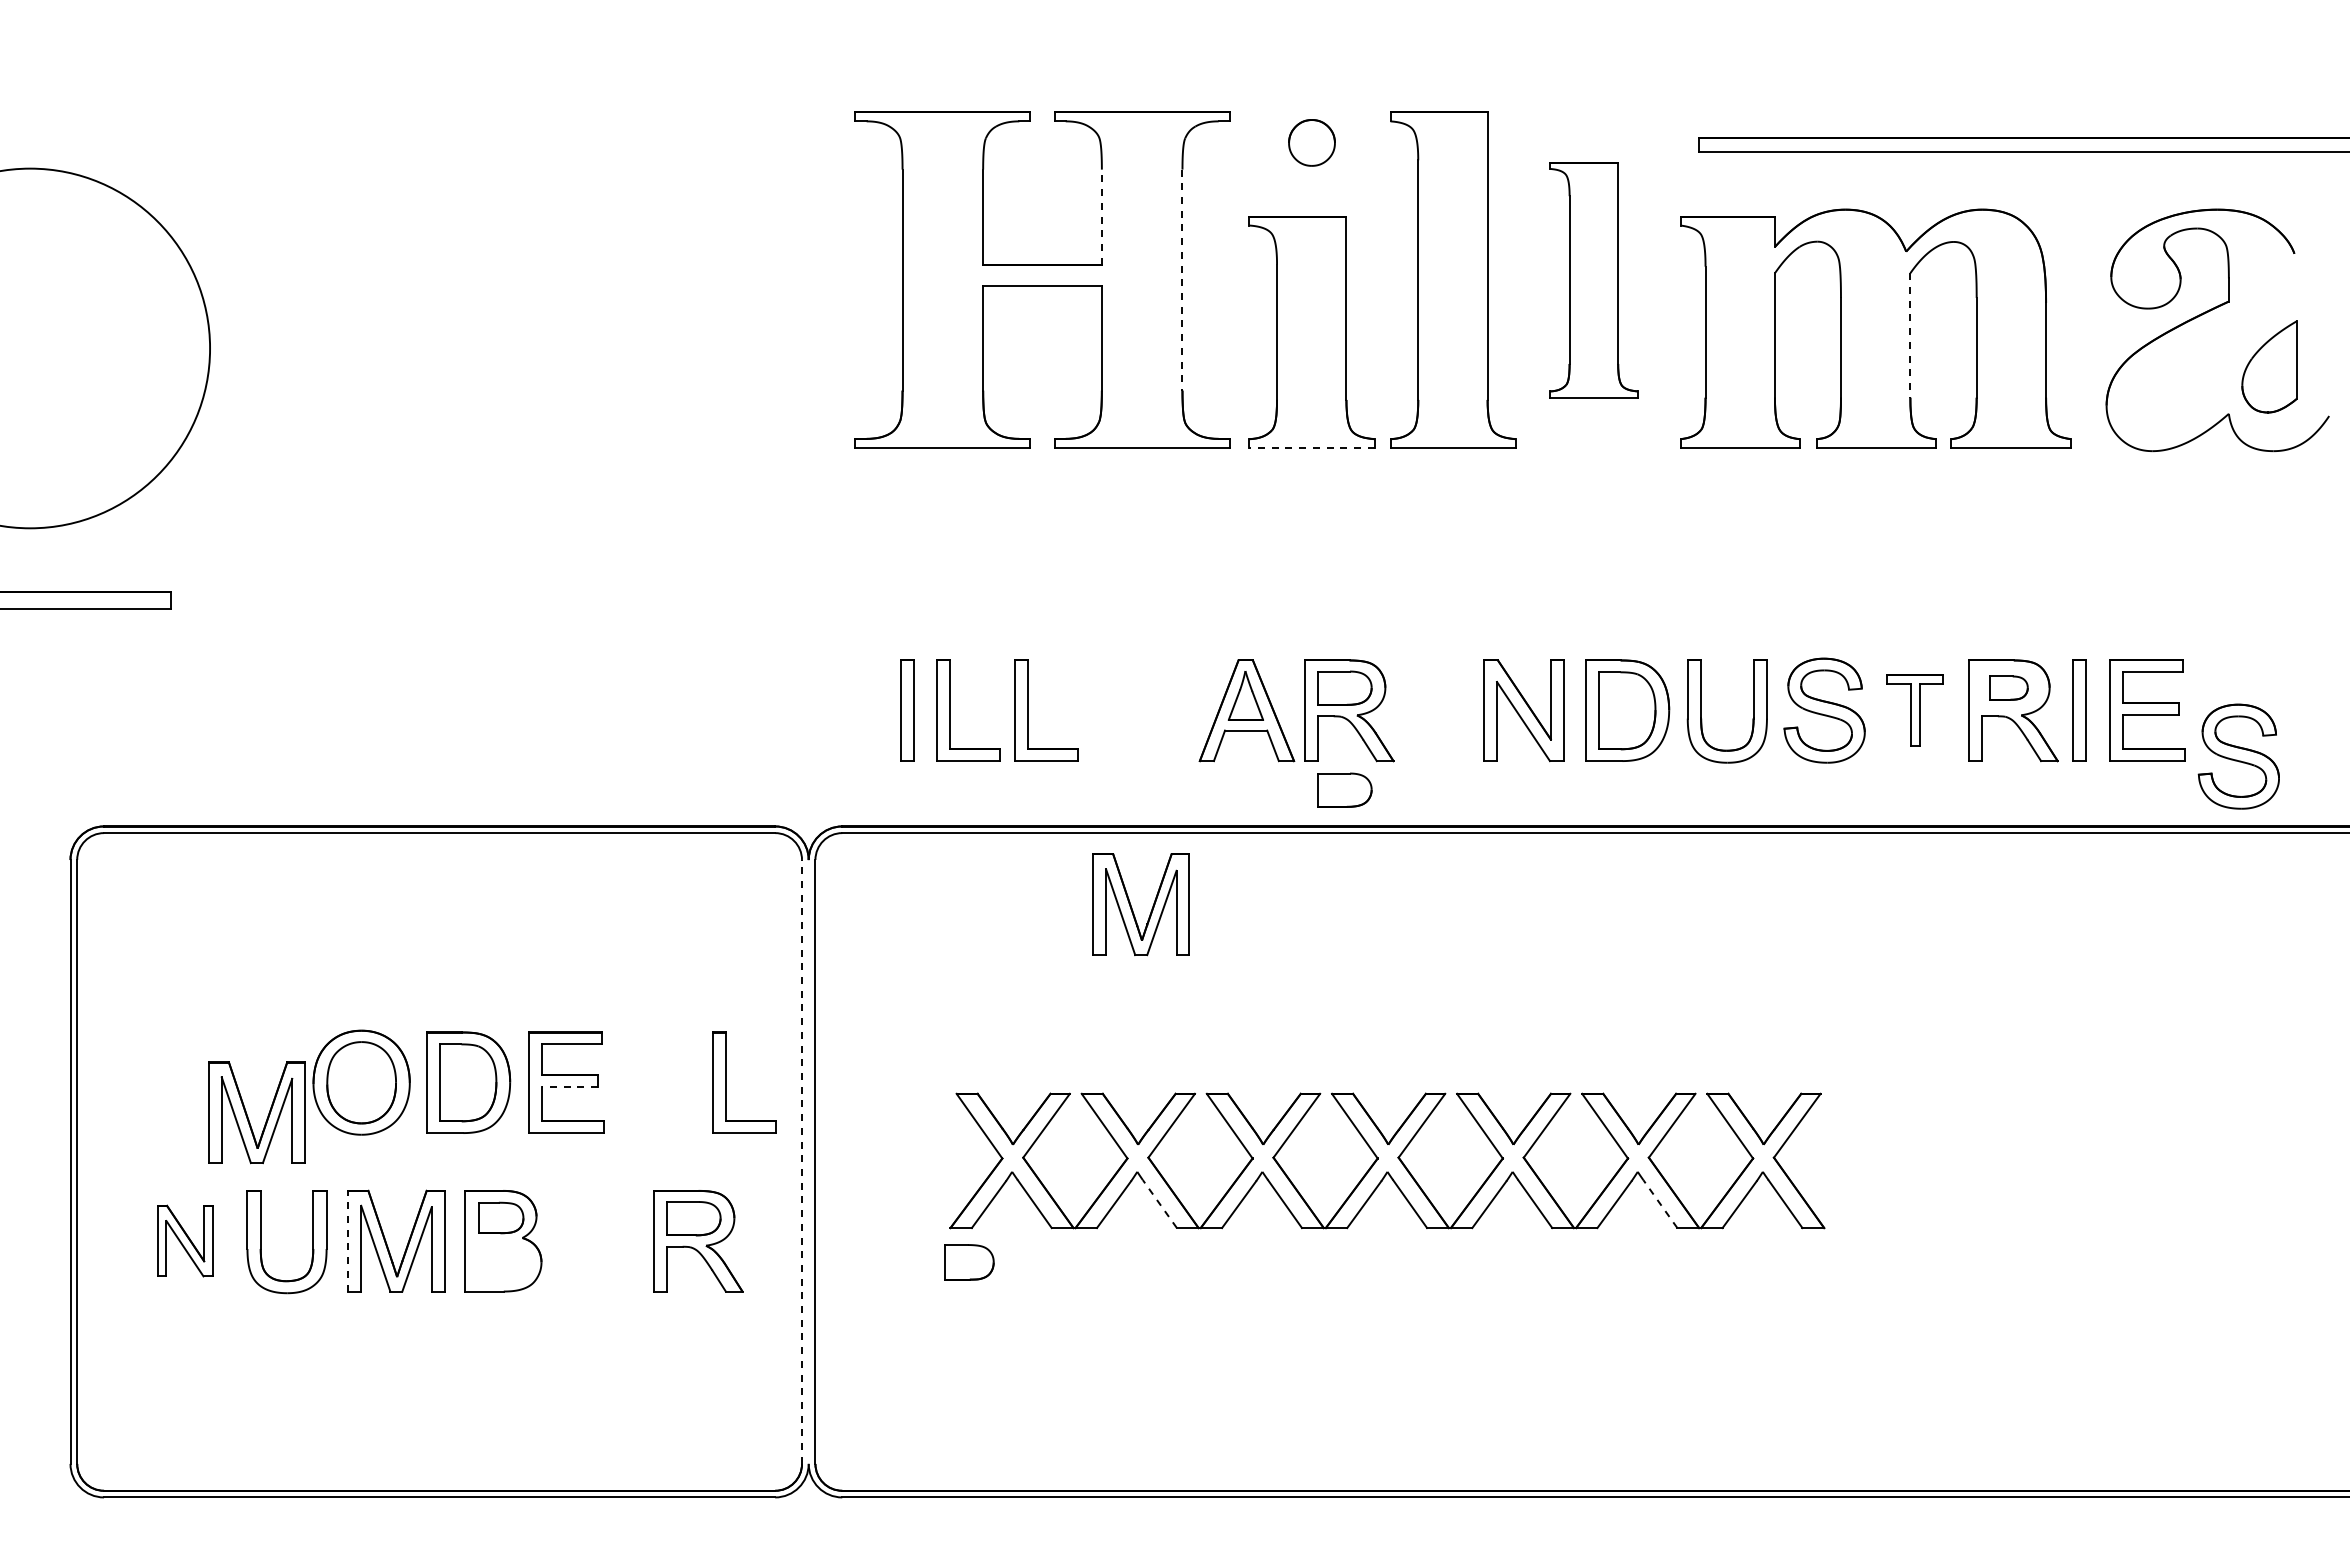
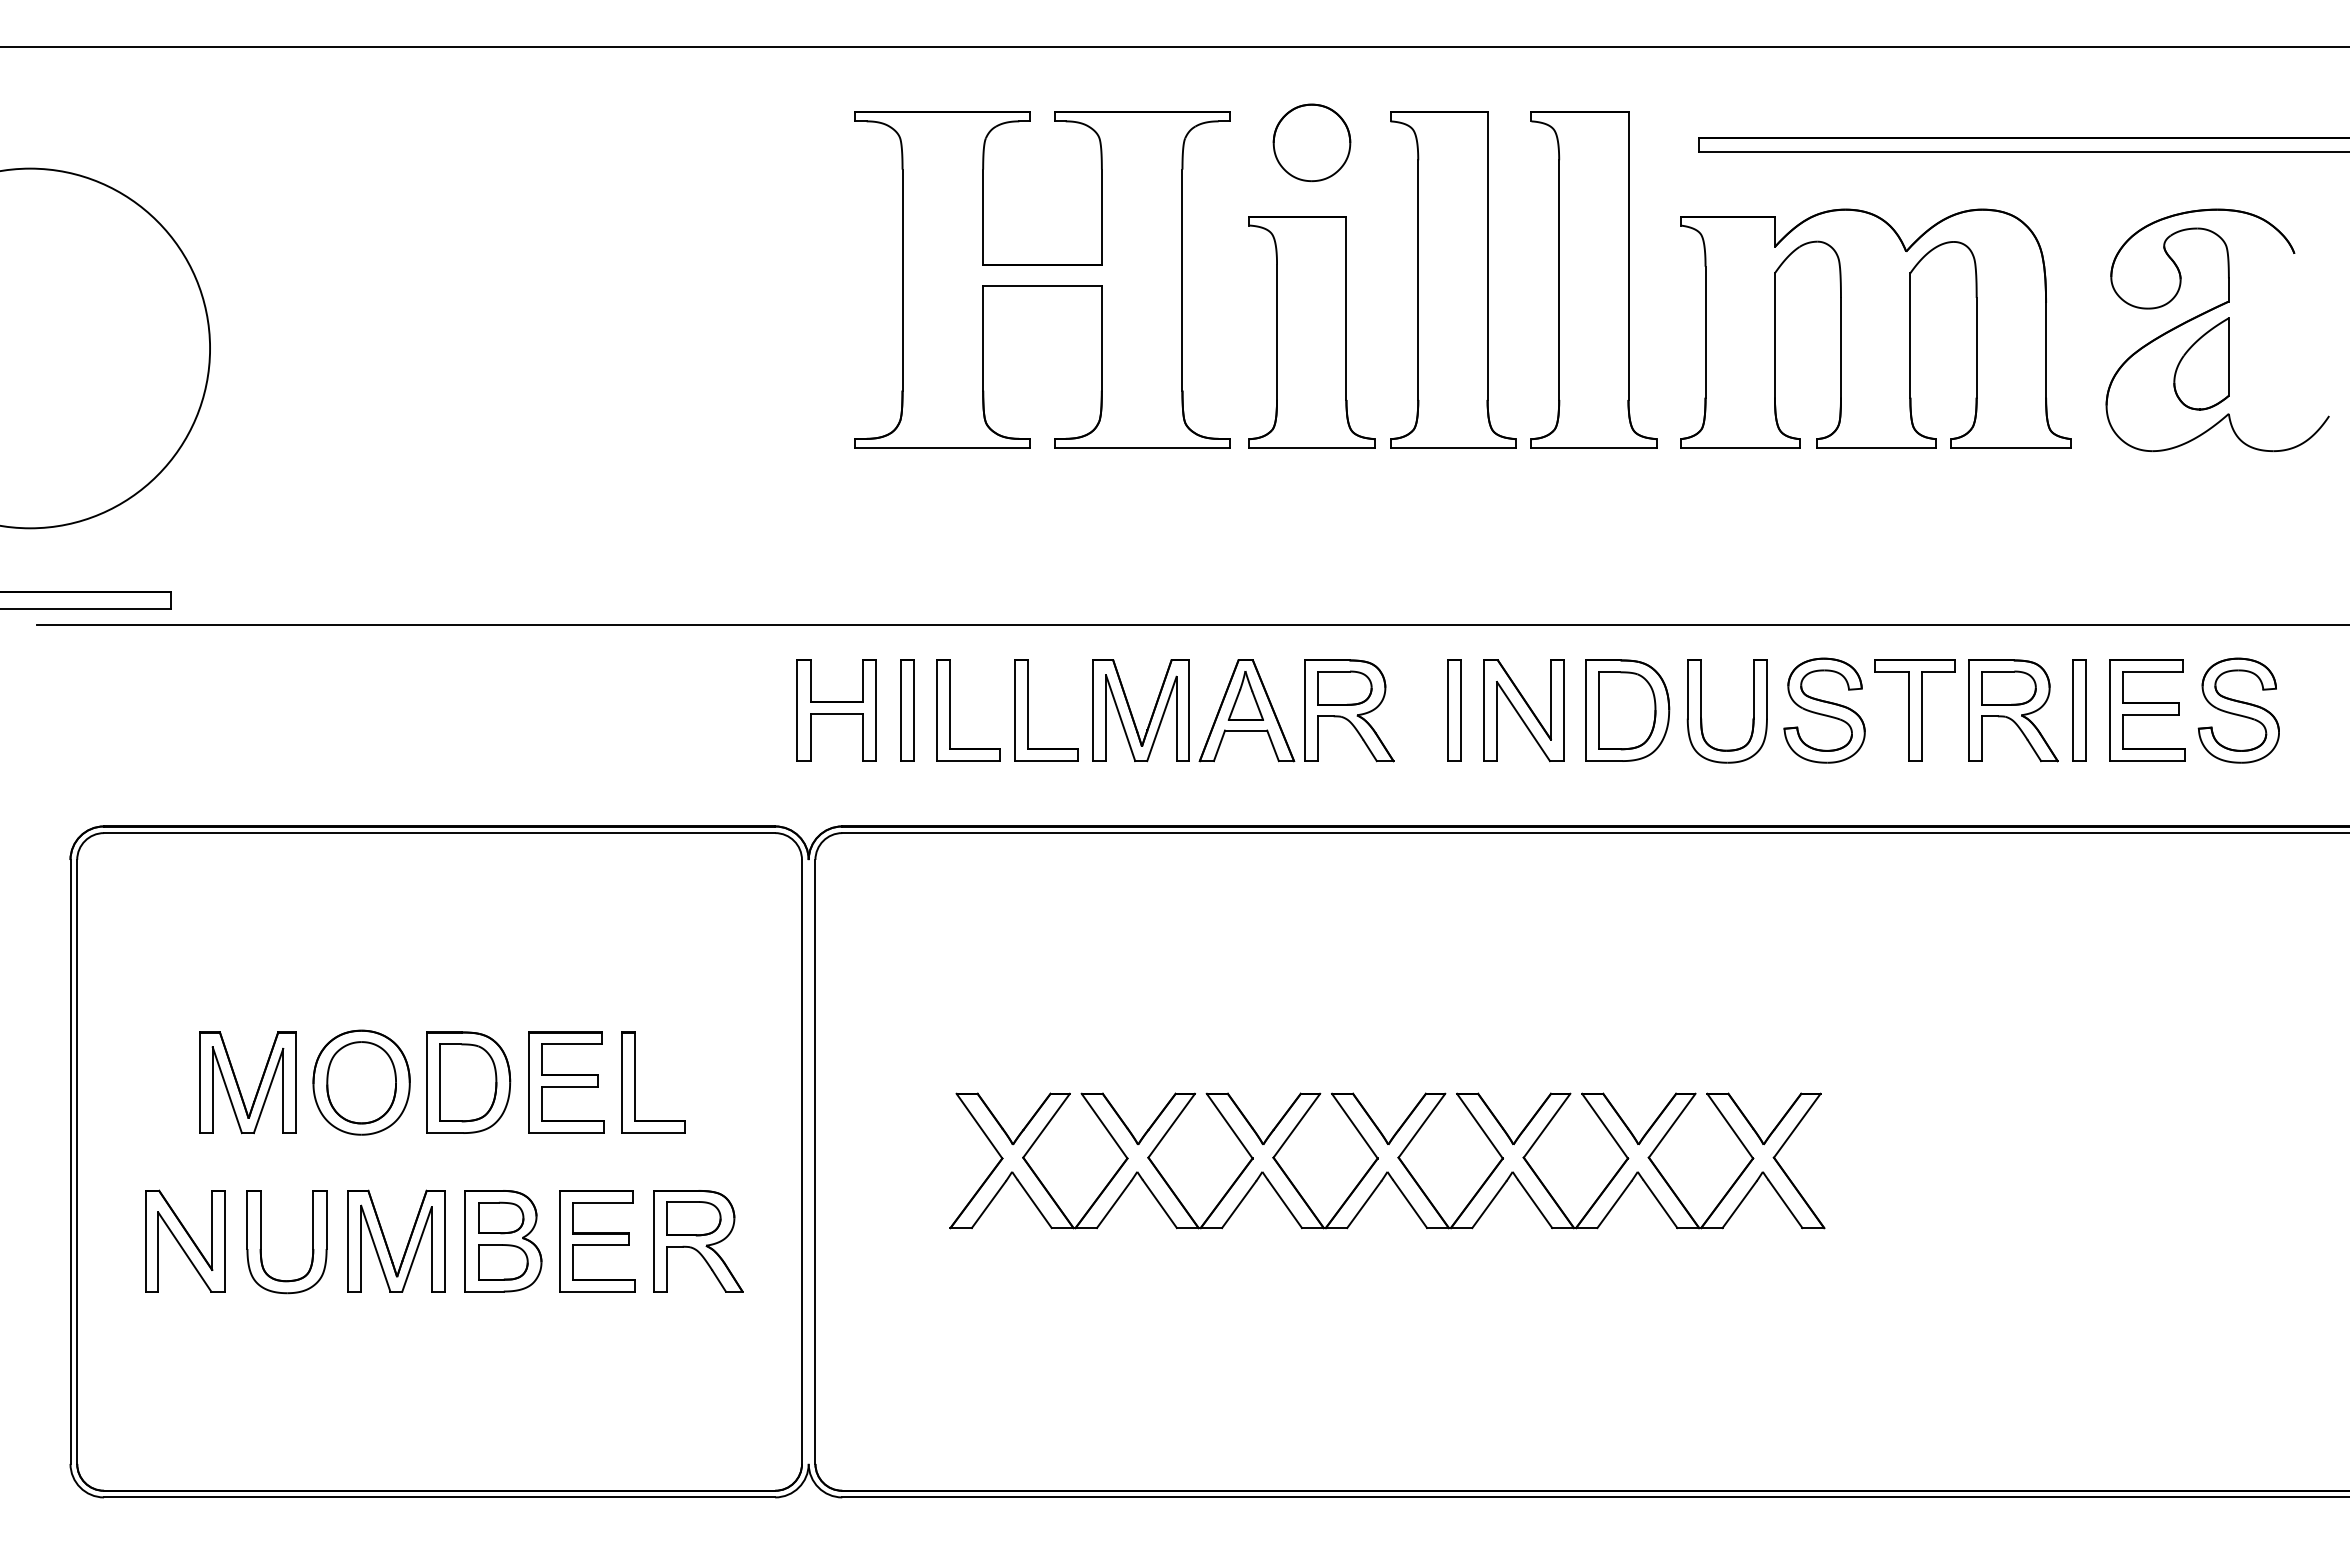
line at (1174, 46): none -> present
part at (1311, 142) size: 48x48 px -> 80x80 px
line at (1101, 217): dashed -> solid
line at (1182, 280): dashed -> solid
part at (1593, 280) size: 90x237 px -> 128x338 px
line at (1910, 335): dashed -> solid
part at (2269, 366) position: (2269, 366) -> (2201, 363)
line at (1312, 447): dashed -> solid
line at (1191, 625): none -> present
part at (2008, 687) size: 40x26 px -> 56x36 px
part at (836, 710): none -> present
part at (1454, 710): none -> present
part at (1914, 710) size: 58x73 px -> 82x103 px
part at (2238, 756) position: (2238, 756) -> (2238, 710)
part at (1344, 789): present -> none
part at (1132, 907) position: (1132, 907) -> (1132, 713)
part at (726, 1082) position: (726, 1082) -> (635, 1082)
line at (570, 1086): dashed -> solid
part at (248, 1116) position: (248, 1116) -> (239, 1086)
line at (802, 1161): dashed -> solid
line at (1159, 1203): dashed -> solid
line at (1660, 1203): dashed -> solid
part at (185, 1240) size: 57x74 px -> 81x104 px
line at (348, 1240): dashed -> solid
part at (597, 1241): none -> present
part at (969, 1262) position: (969, 1262) -> (503, 1262)
